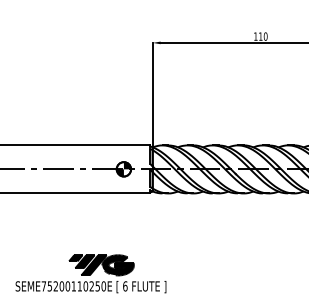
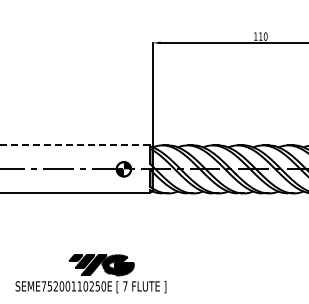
line at (75, 145): solid -> dashed
text at (125, 286): 6 -> 7
